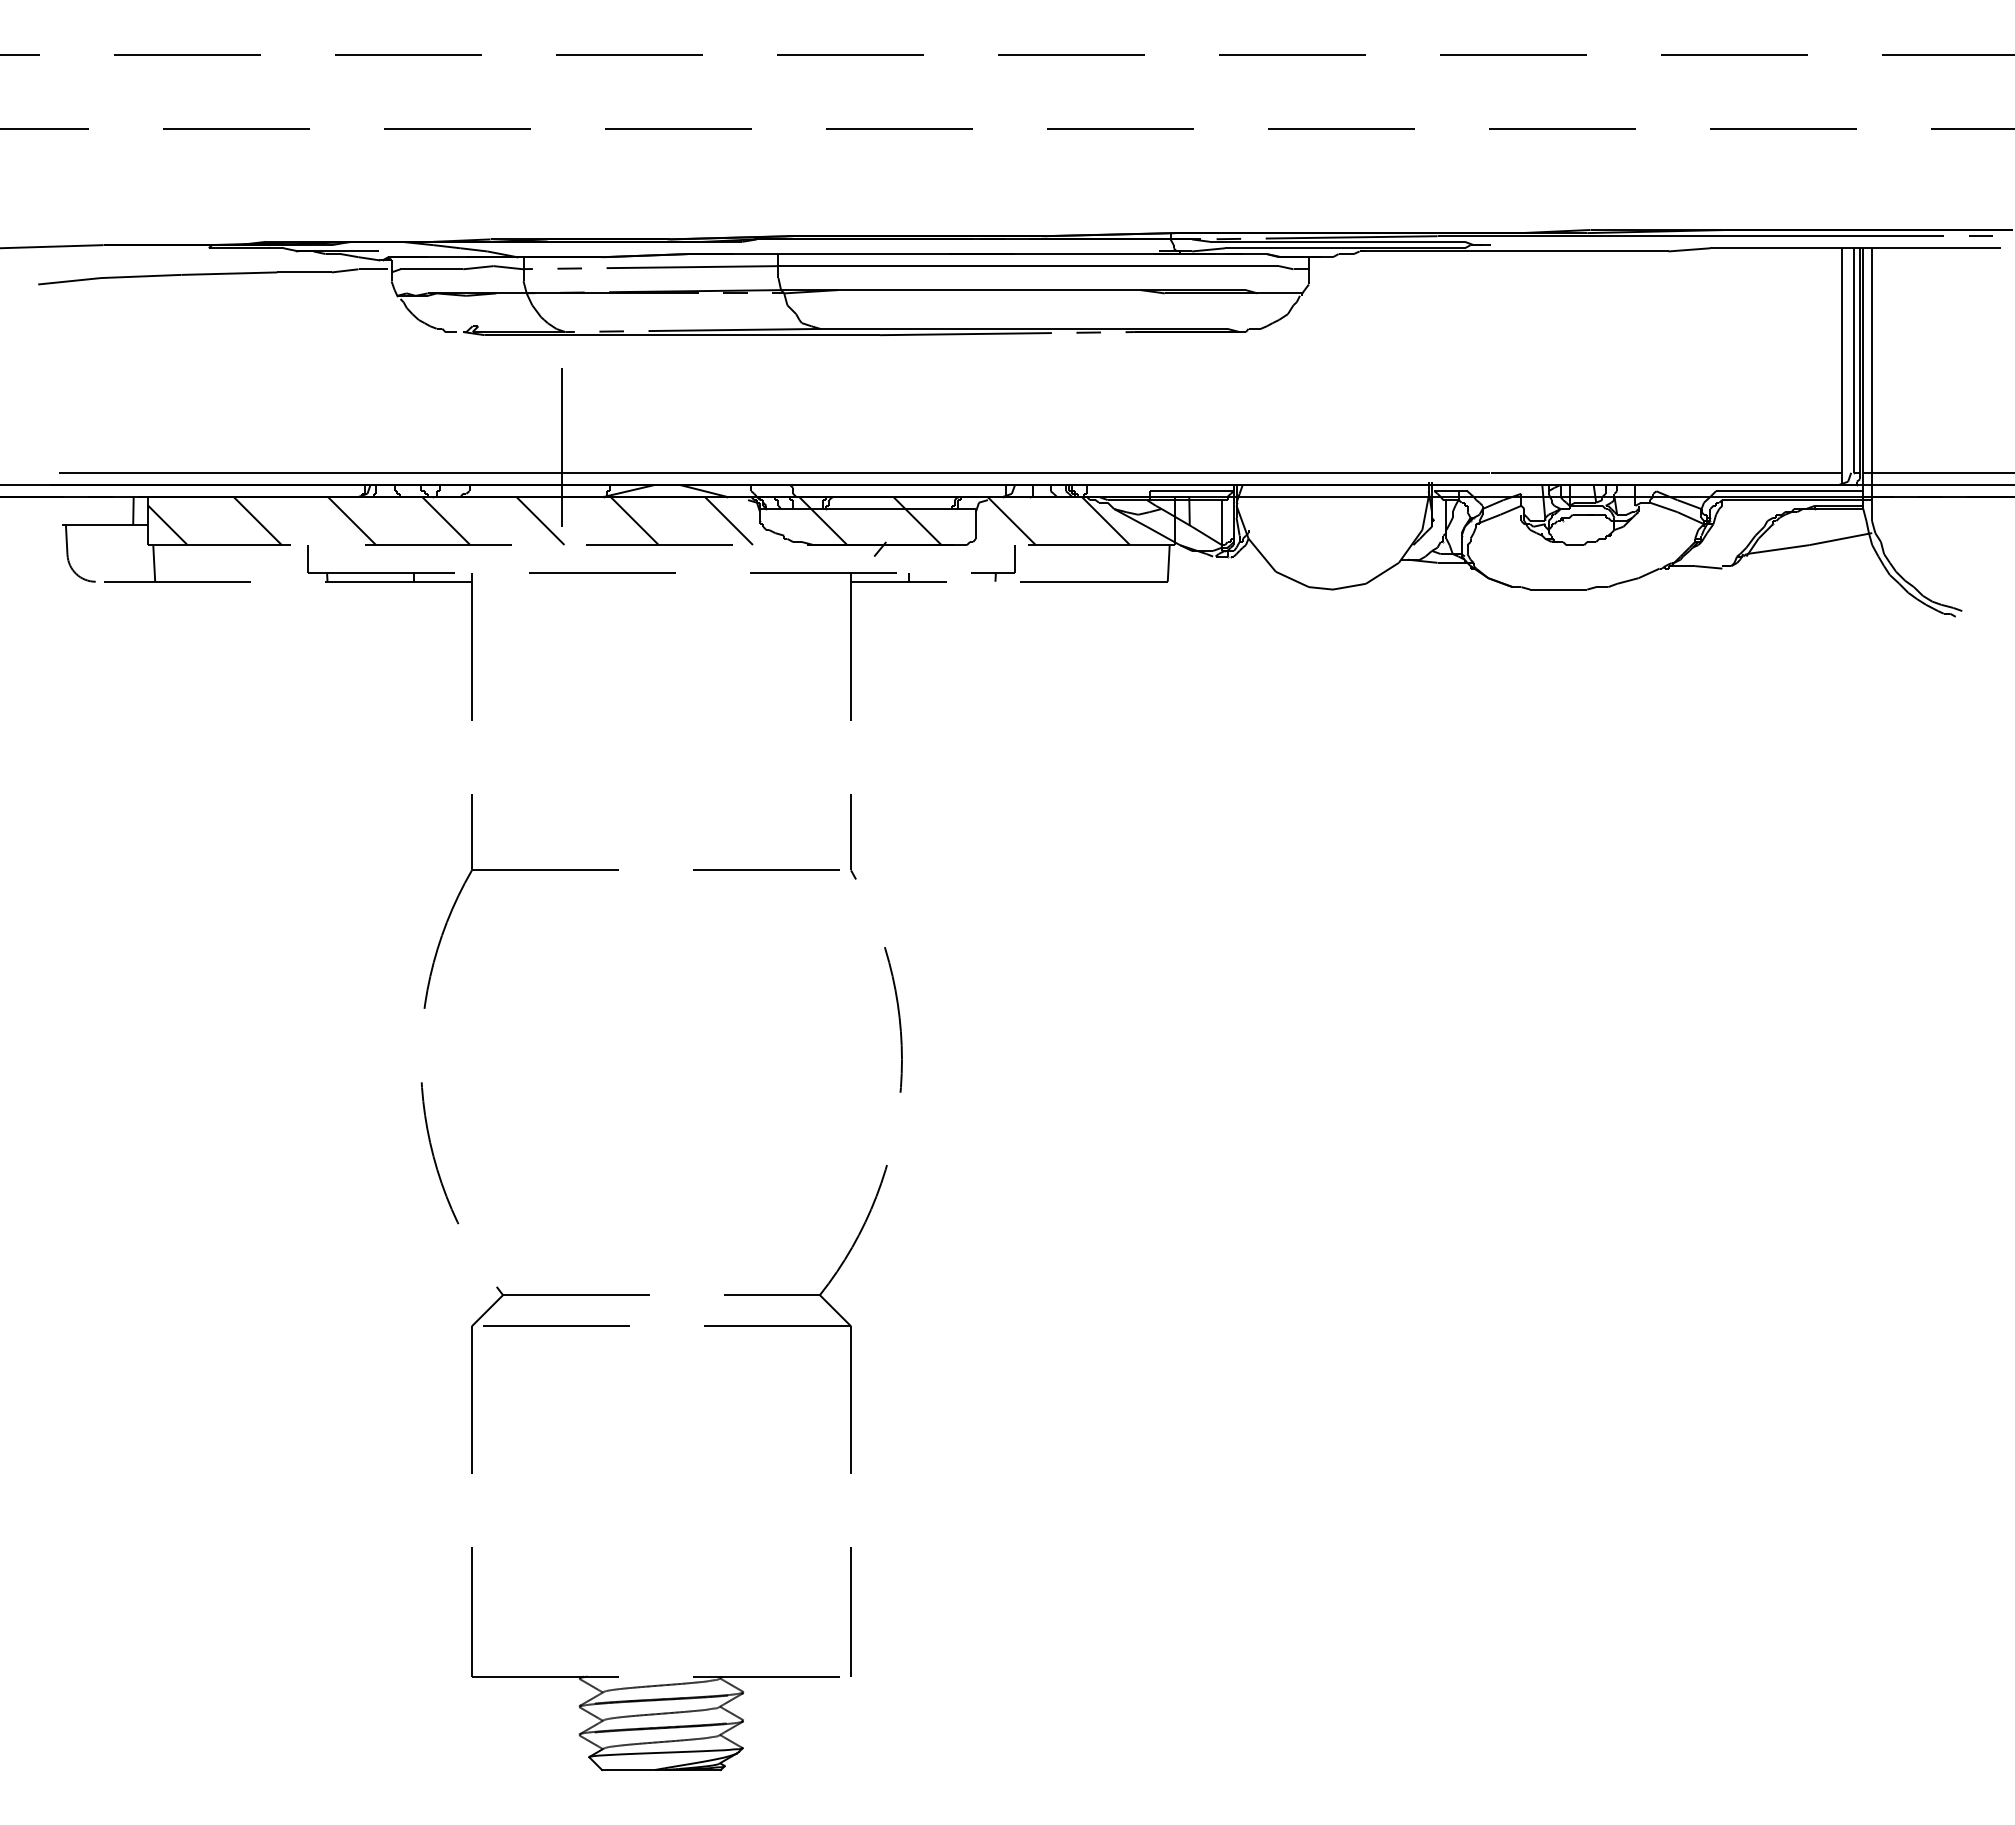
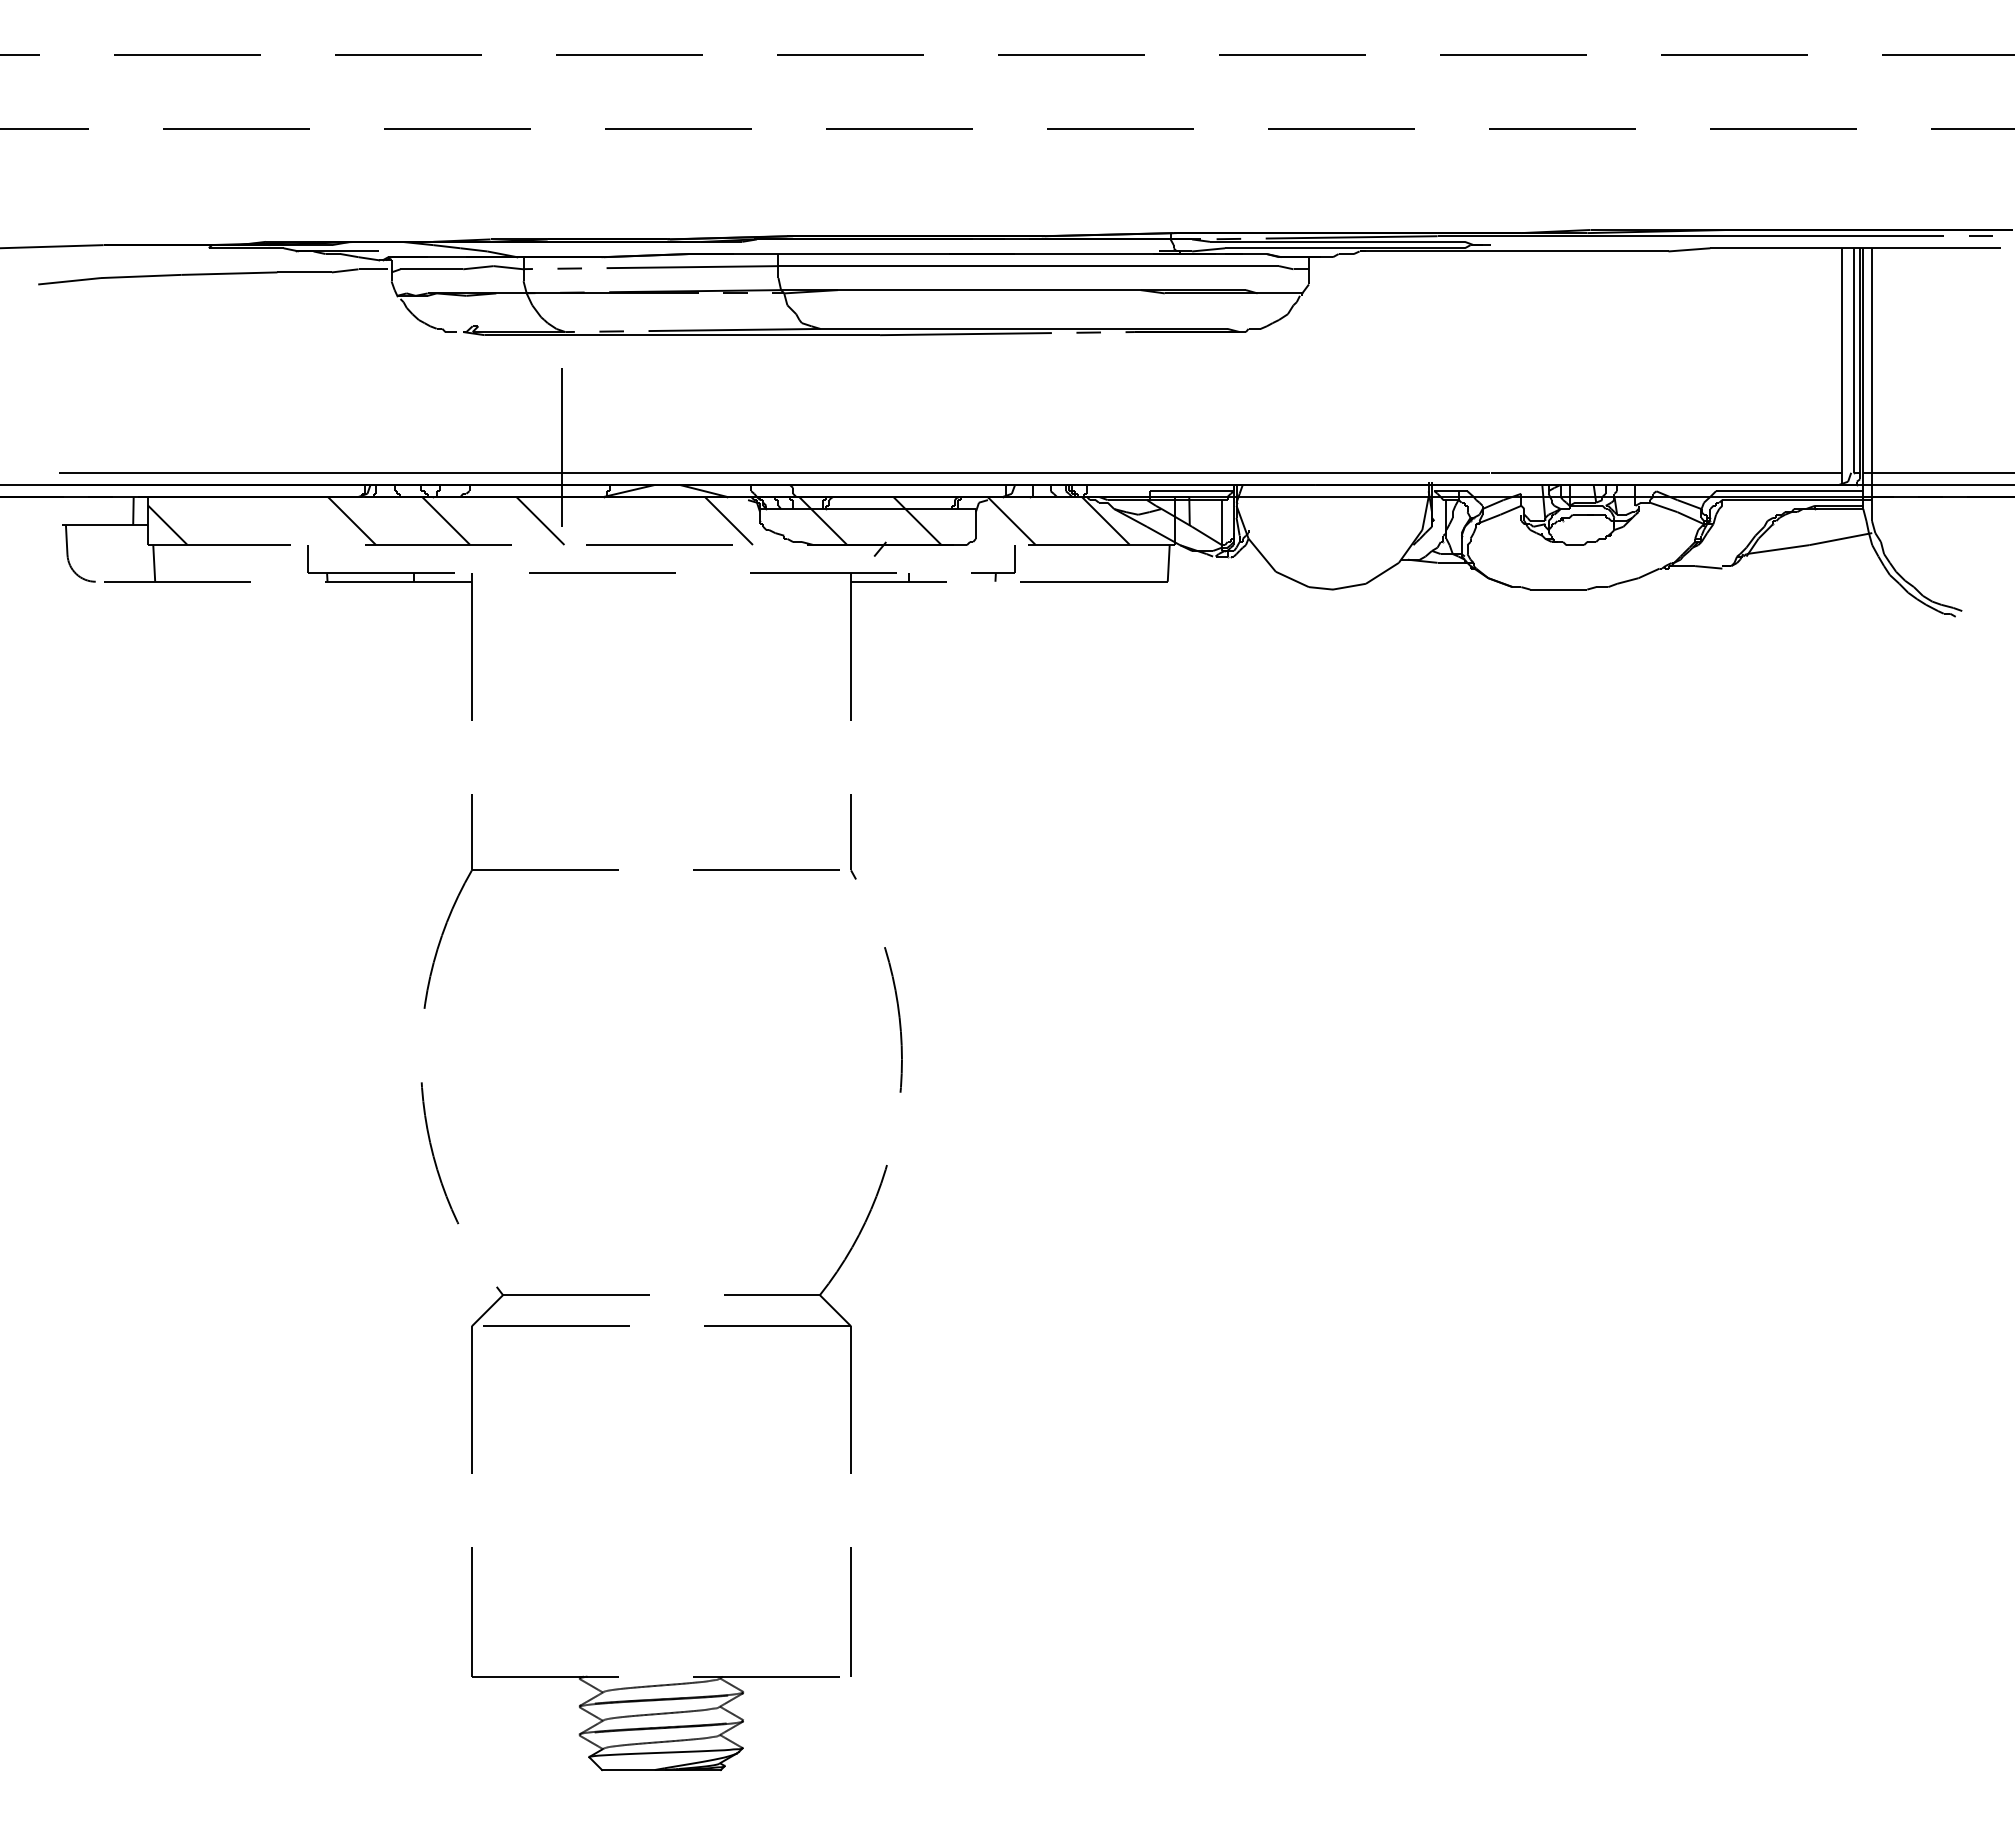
line at (257, 520): present -> none
line at (634, 520): present -> none
